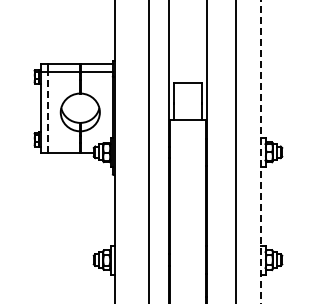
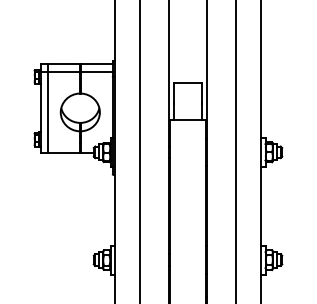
line at (48, 111): dashed -> solid
line at (149, 151) position: (149, 151) -> (140, 151)
line at (261, 152): dashed -> solid
